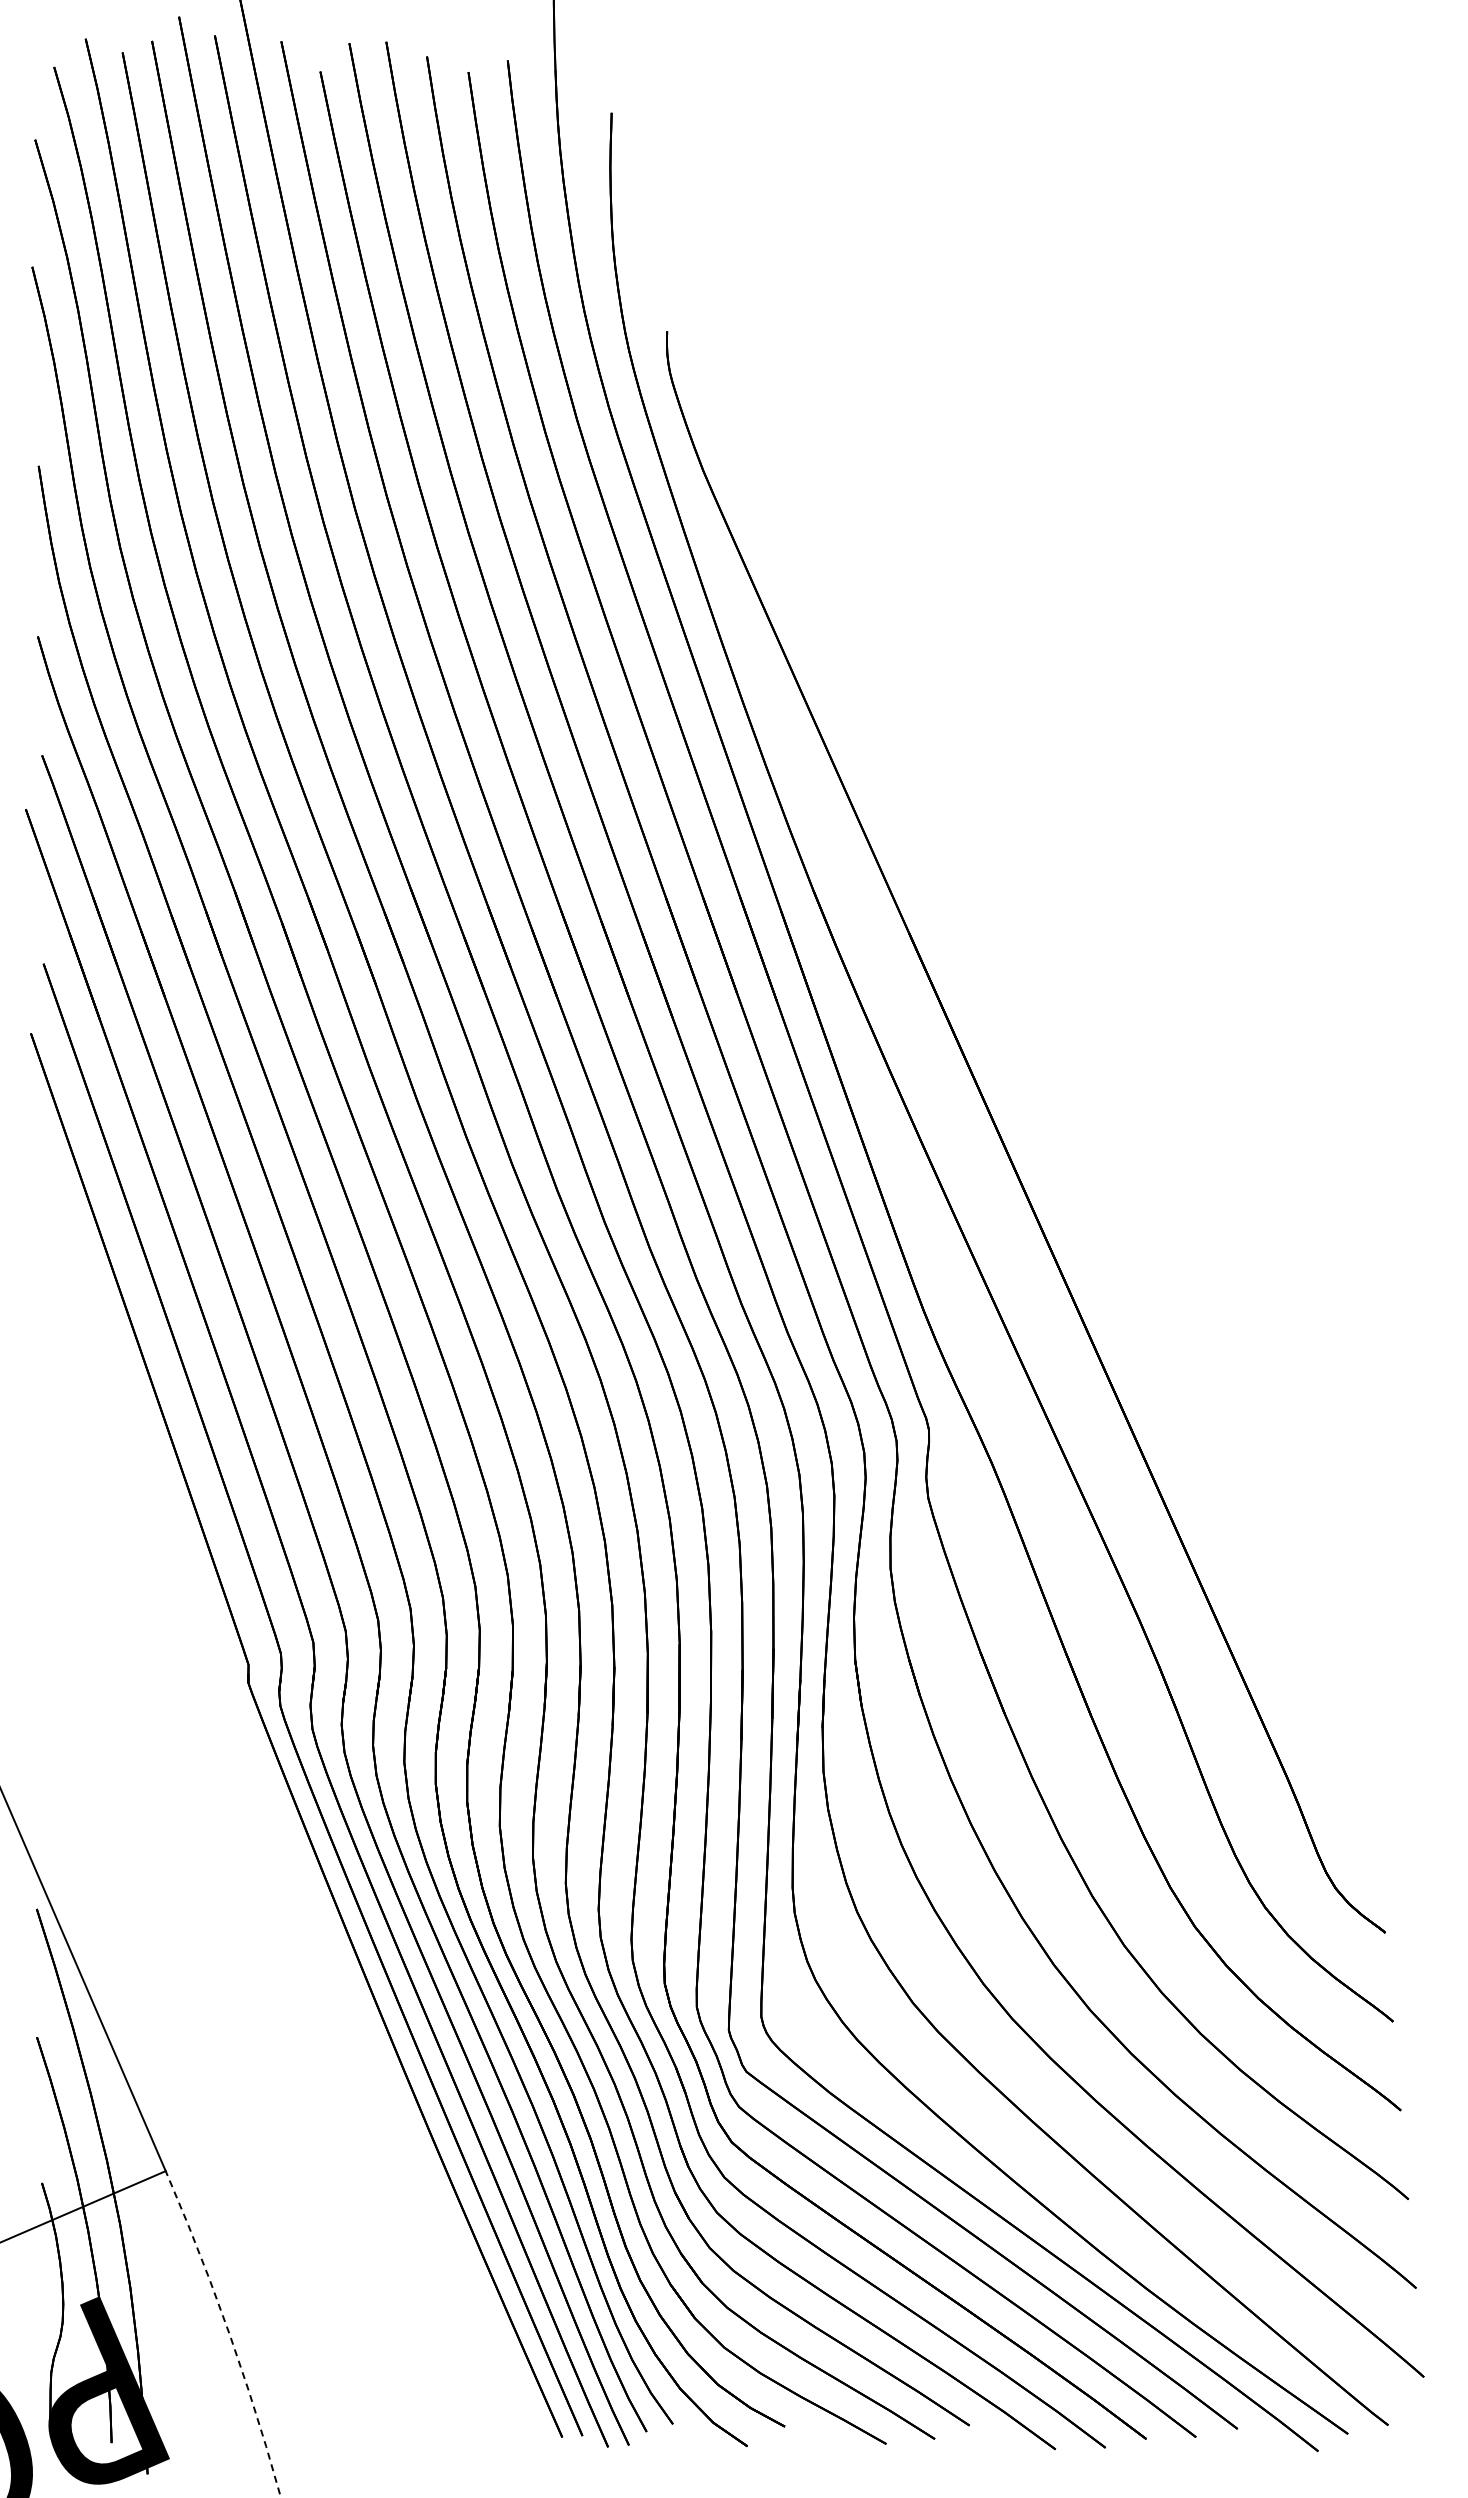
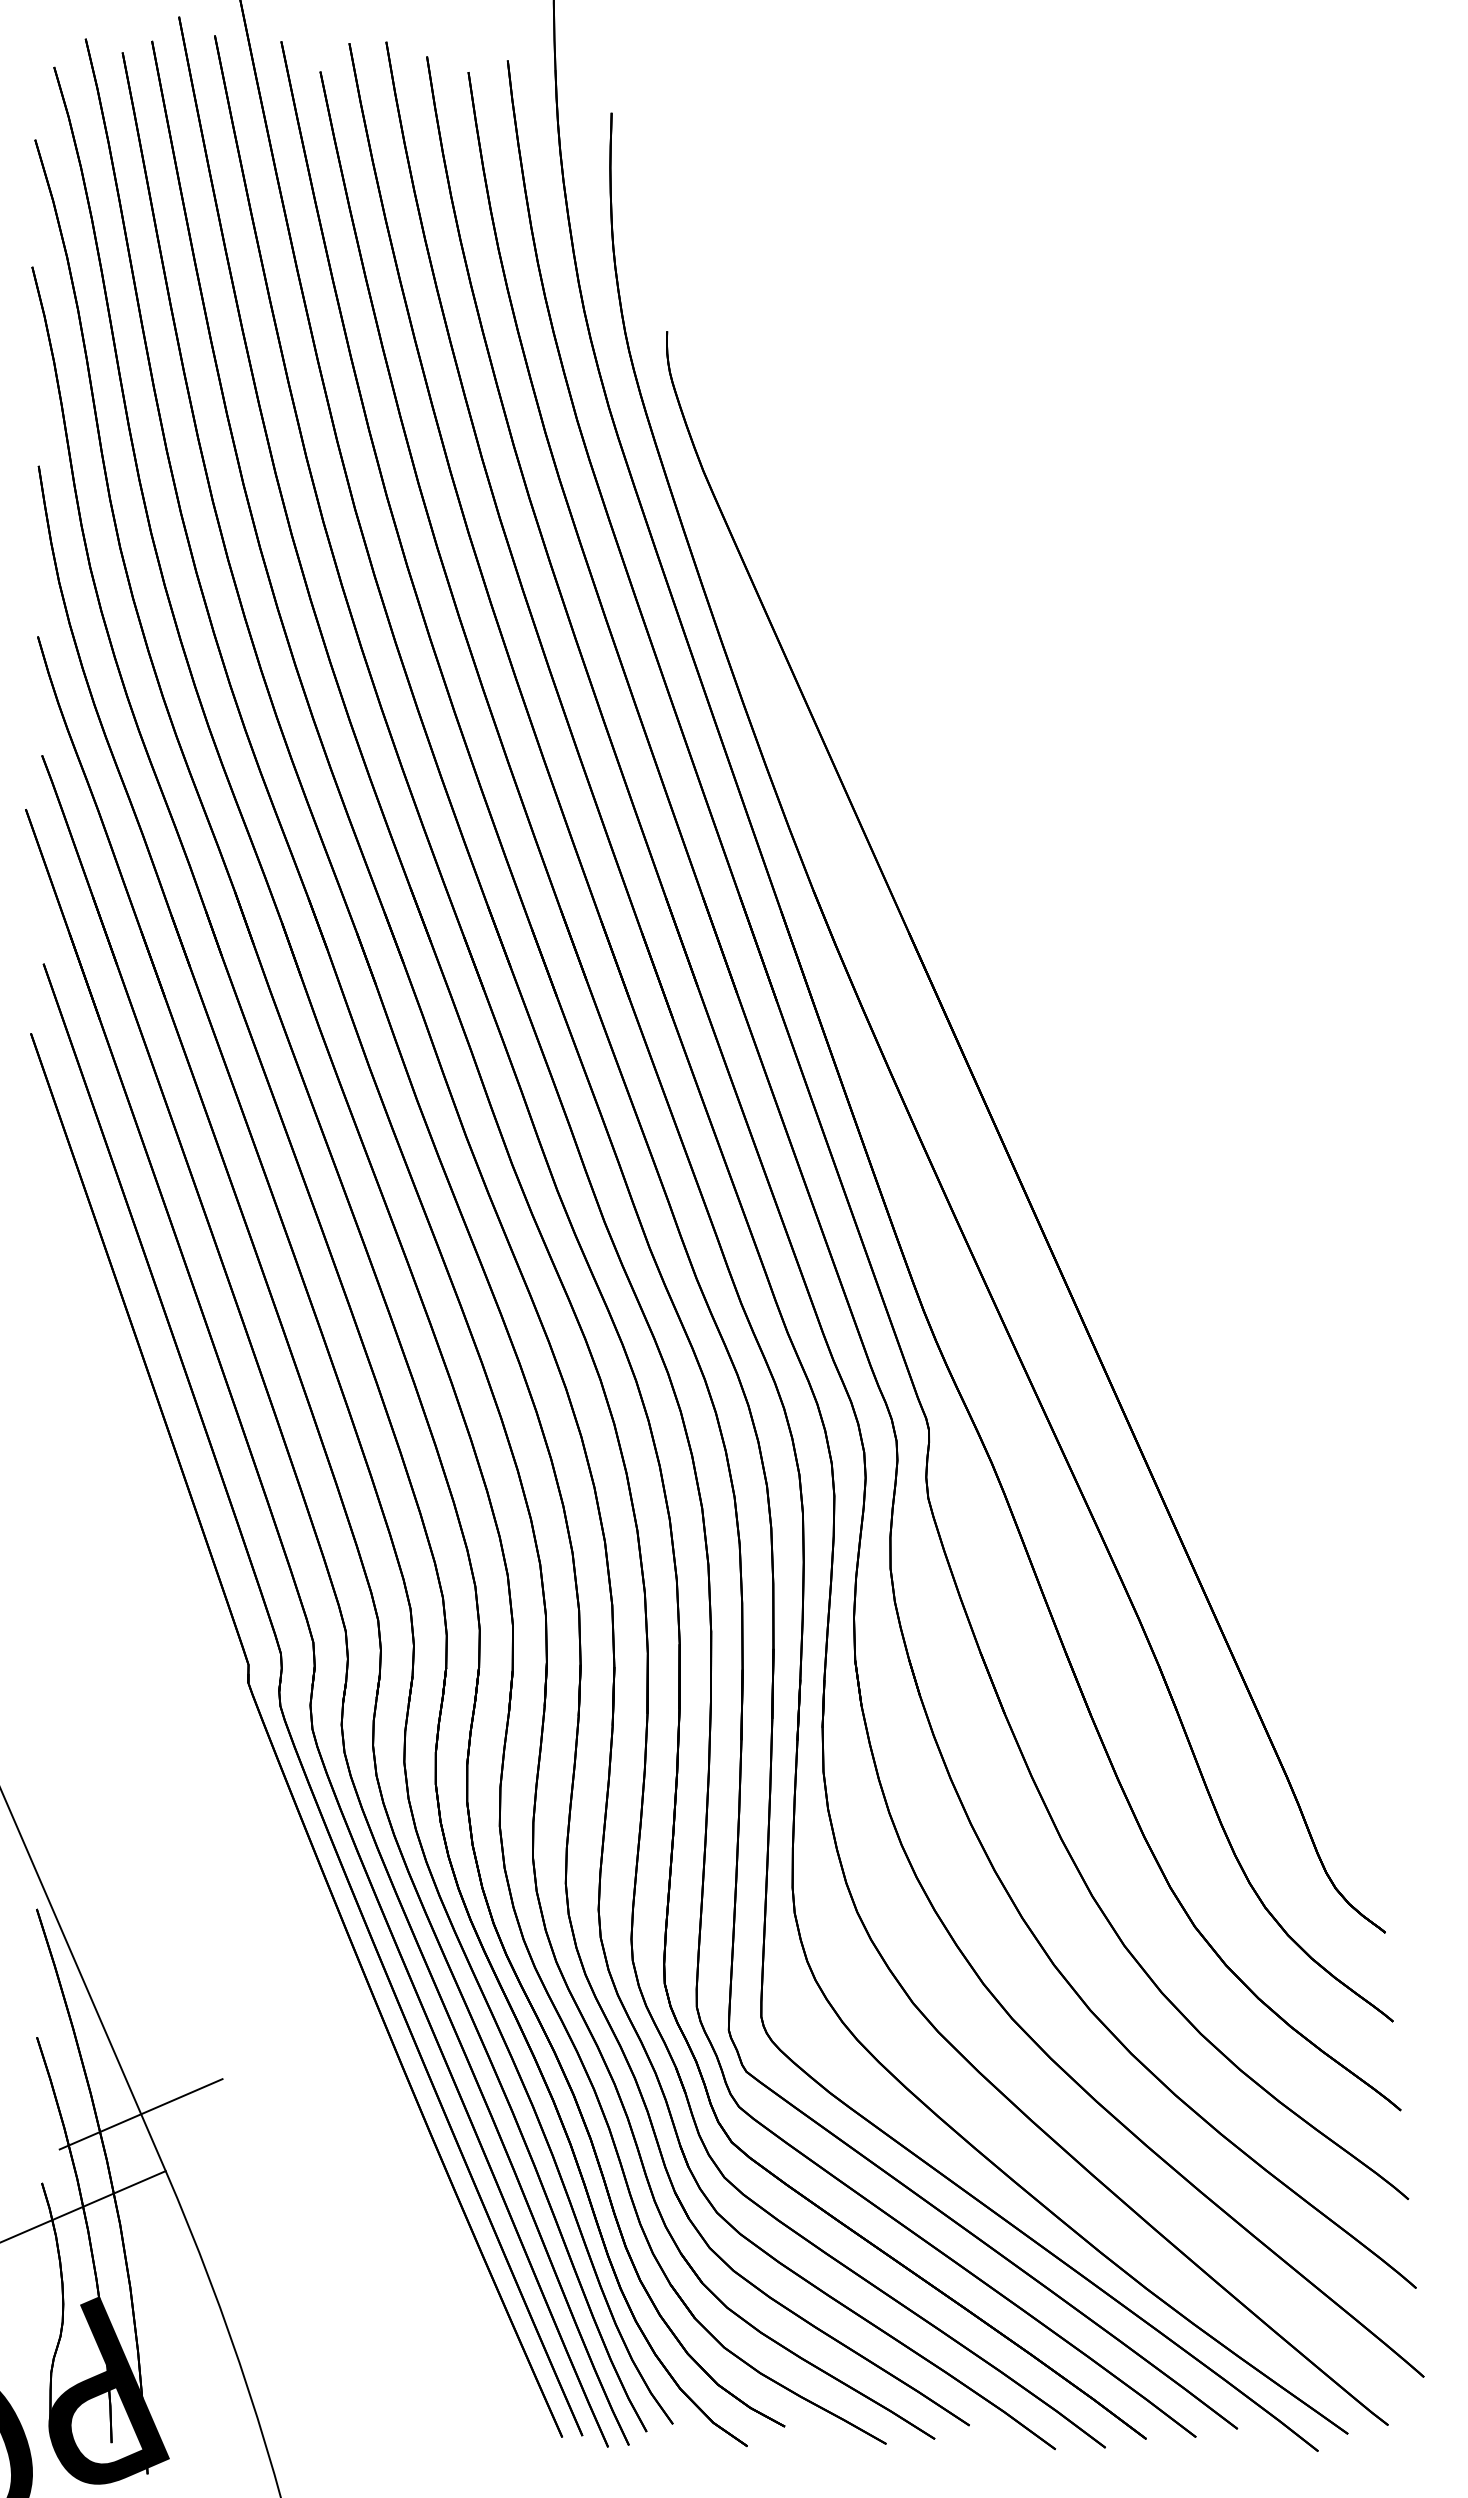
line at (140, 2114): none -> present
arc at (229, 2333): dashed -> solid
